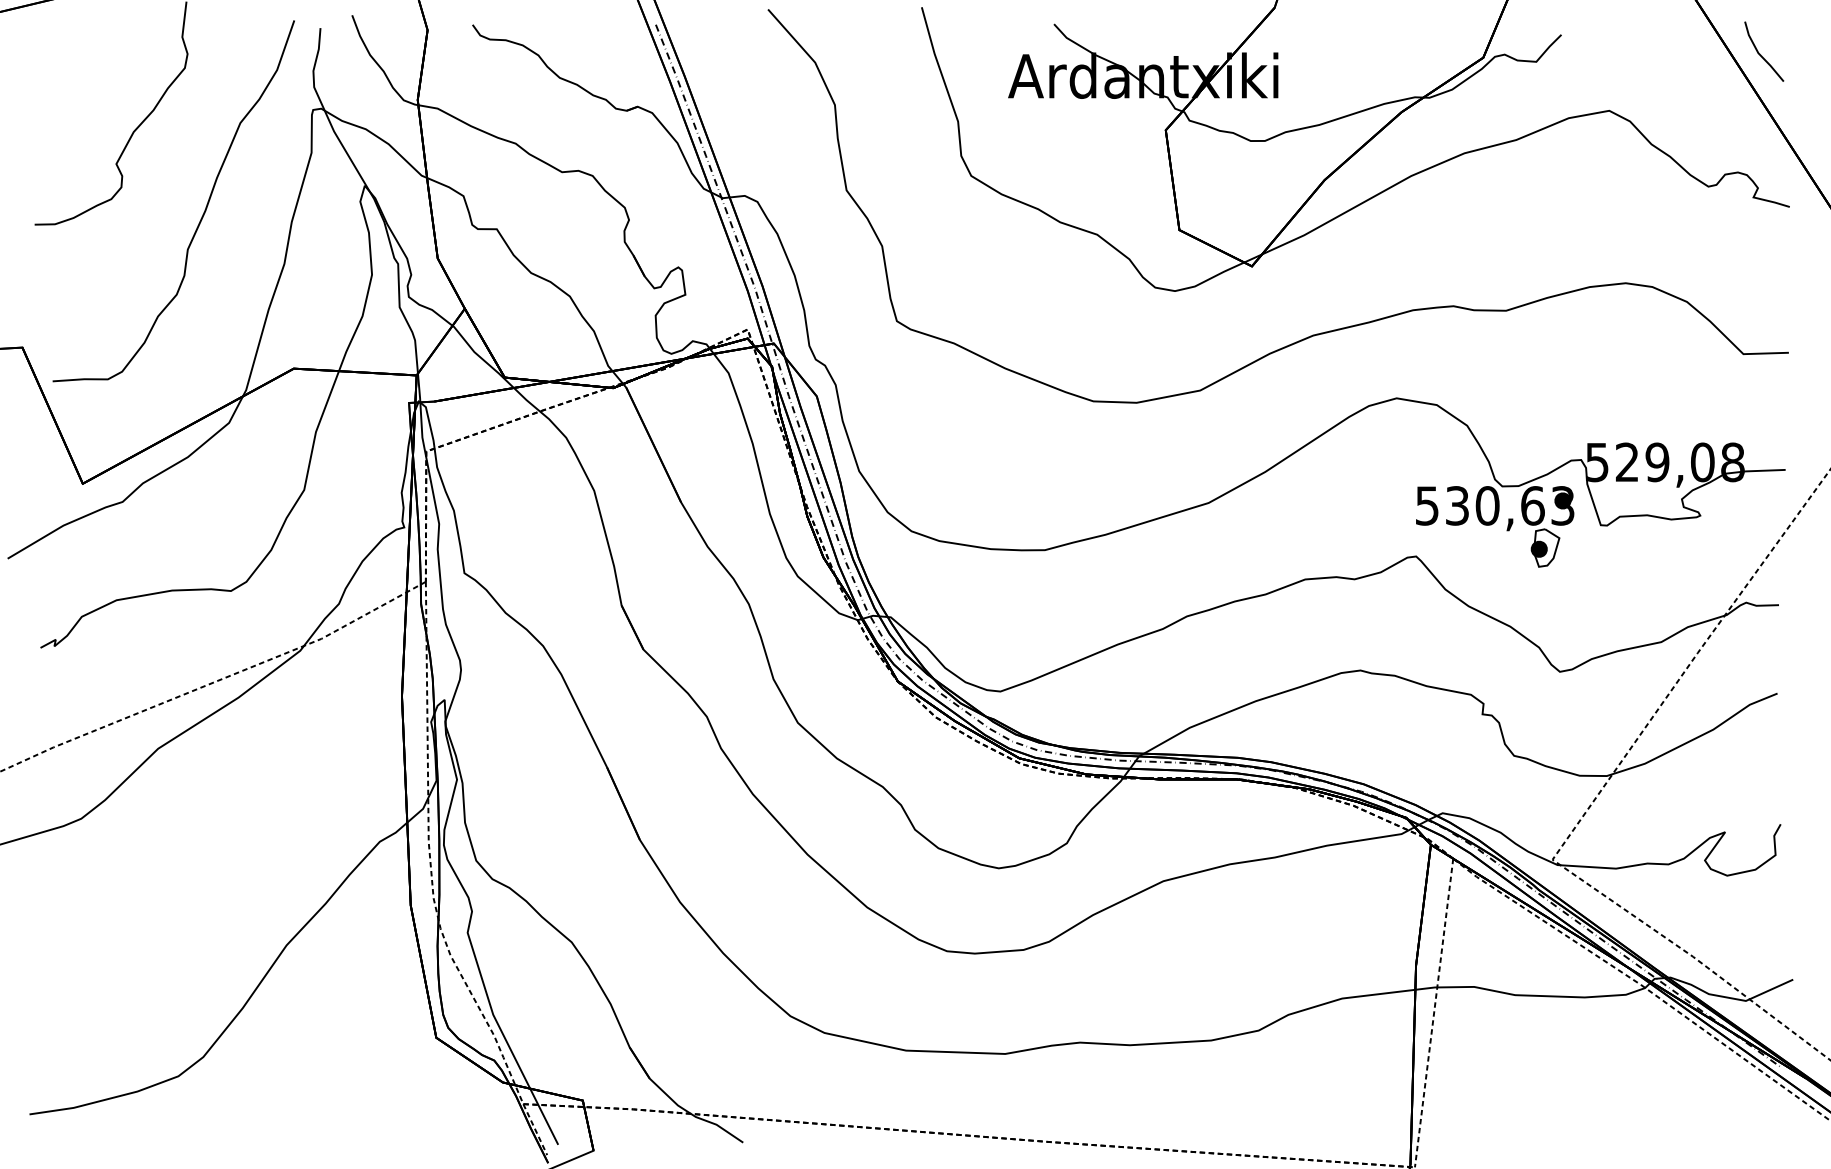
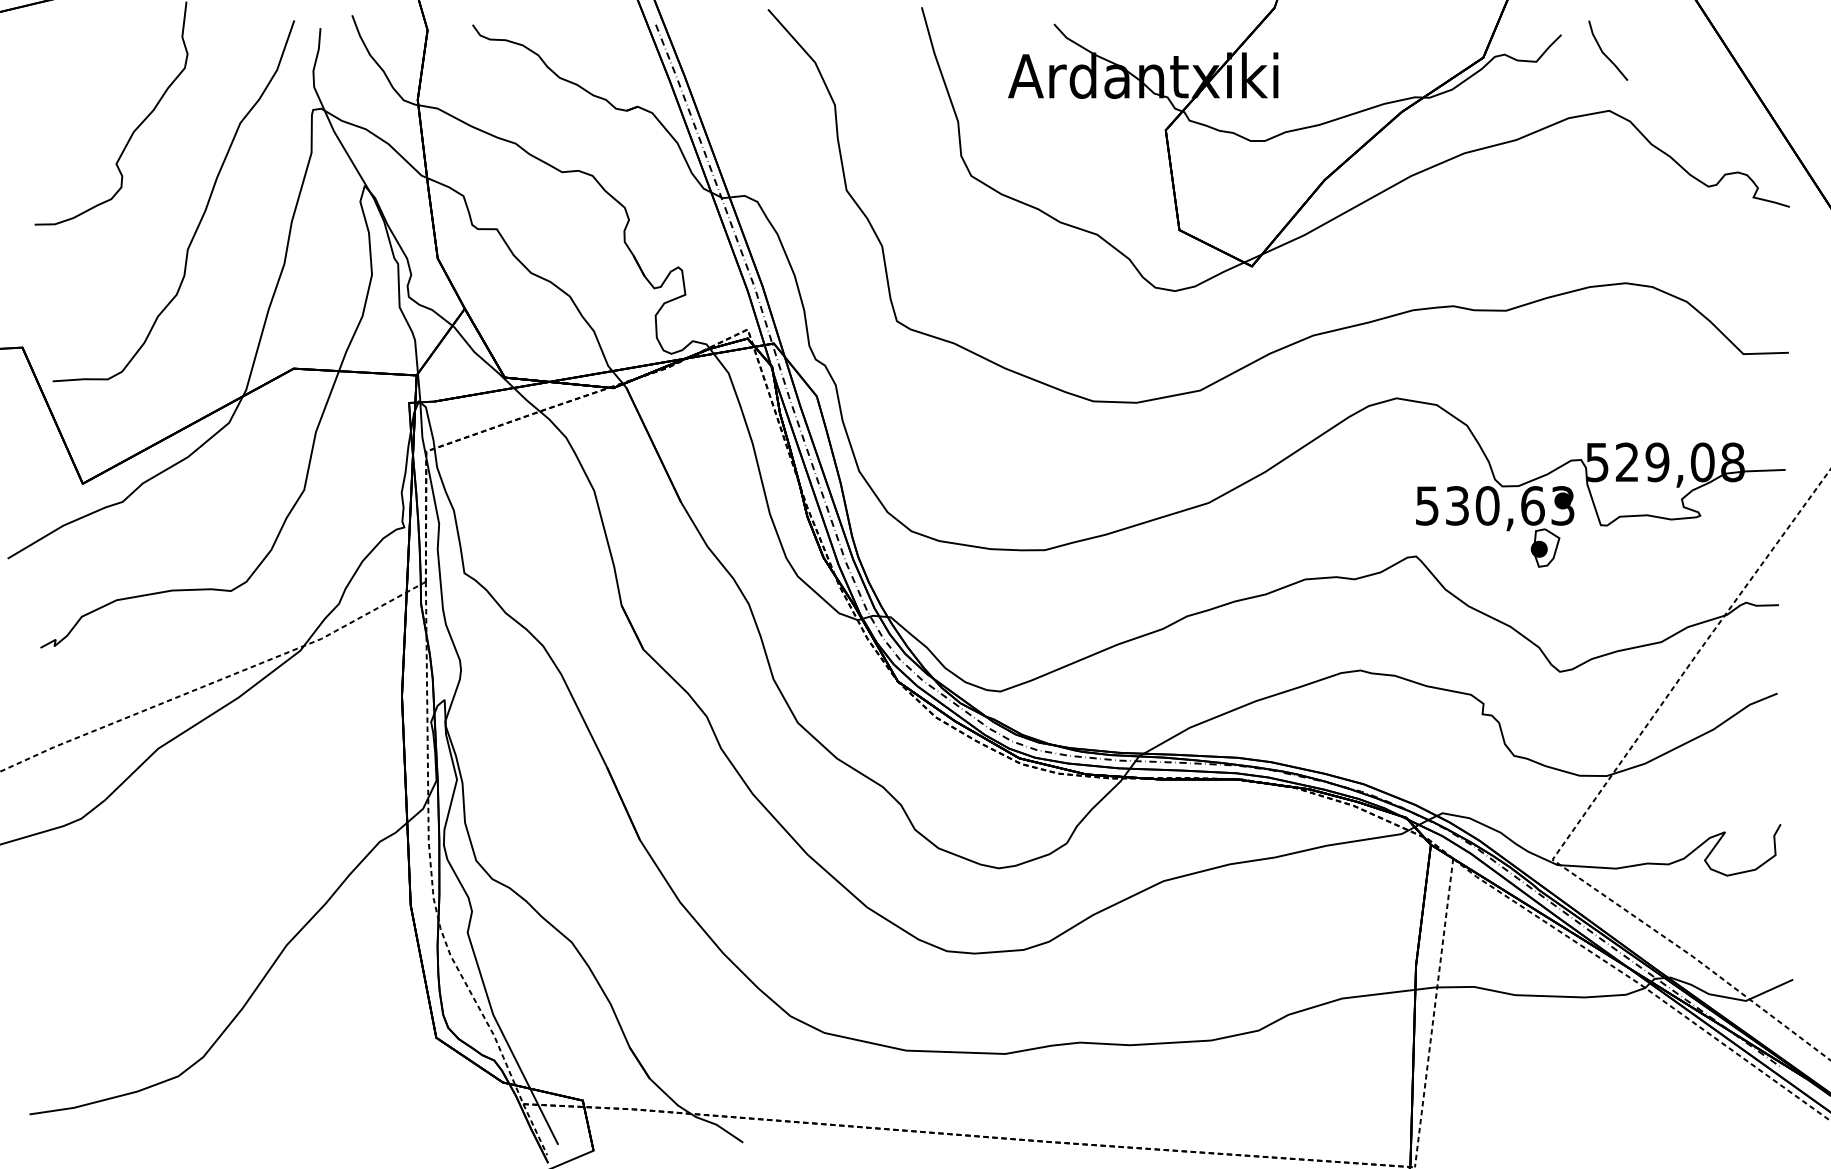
line at (1761, 54) position: (1761, 54) -> (1605, 53)
